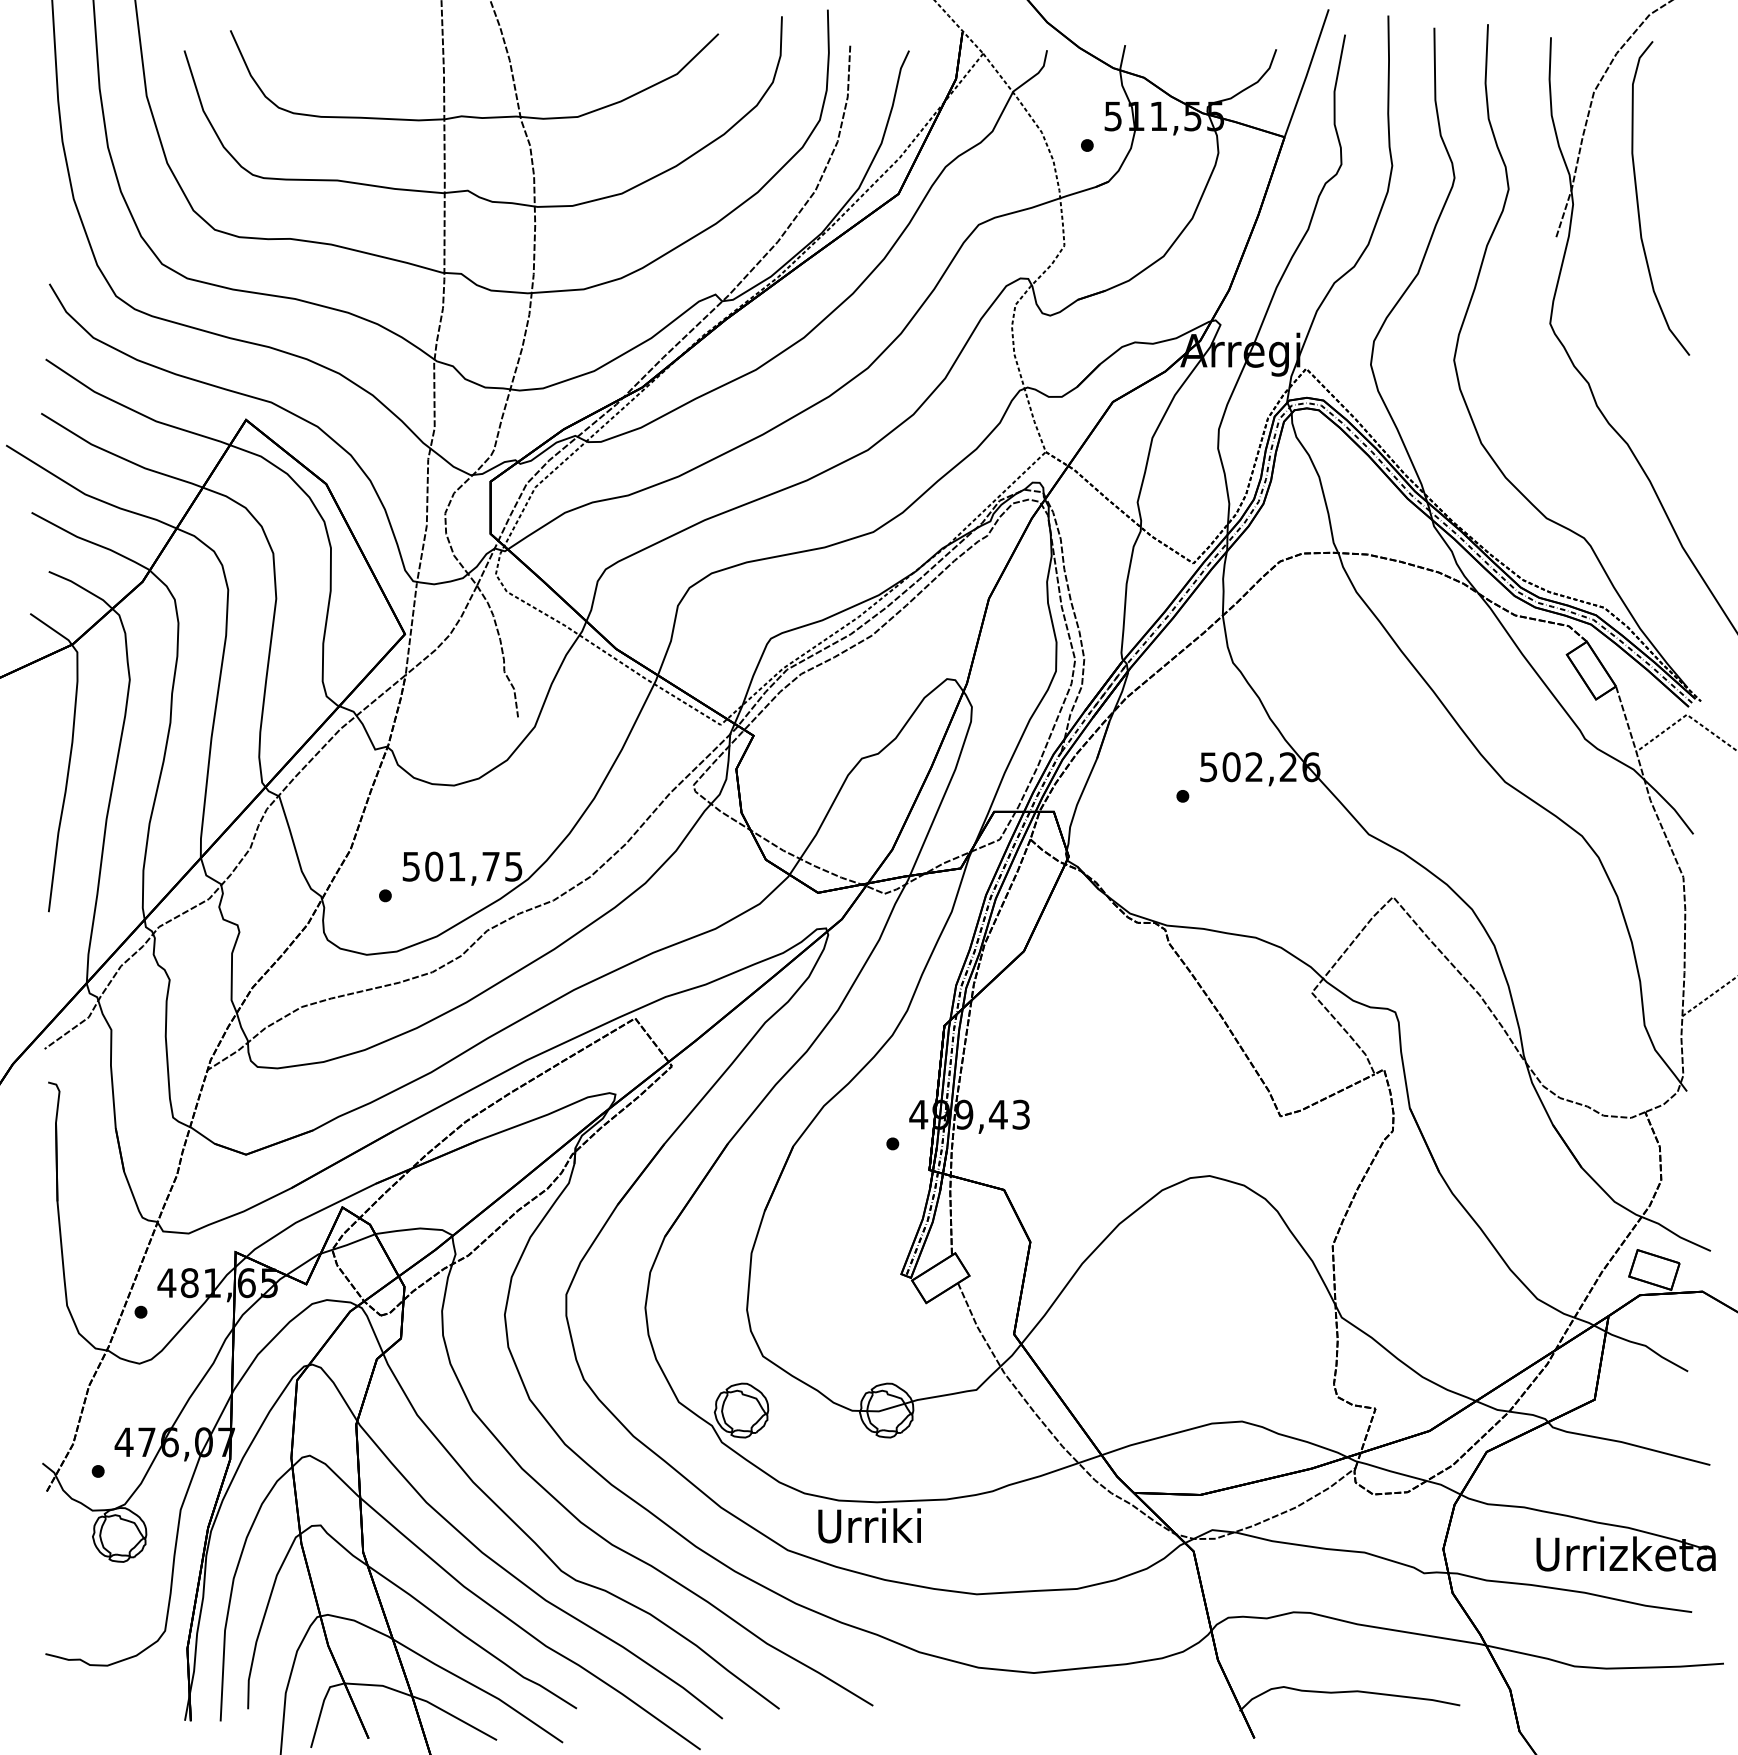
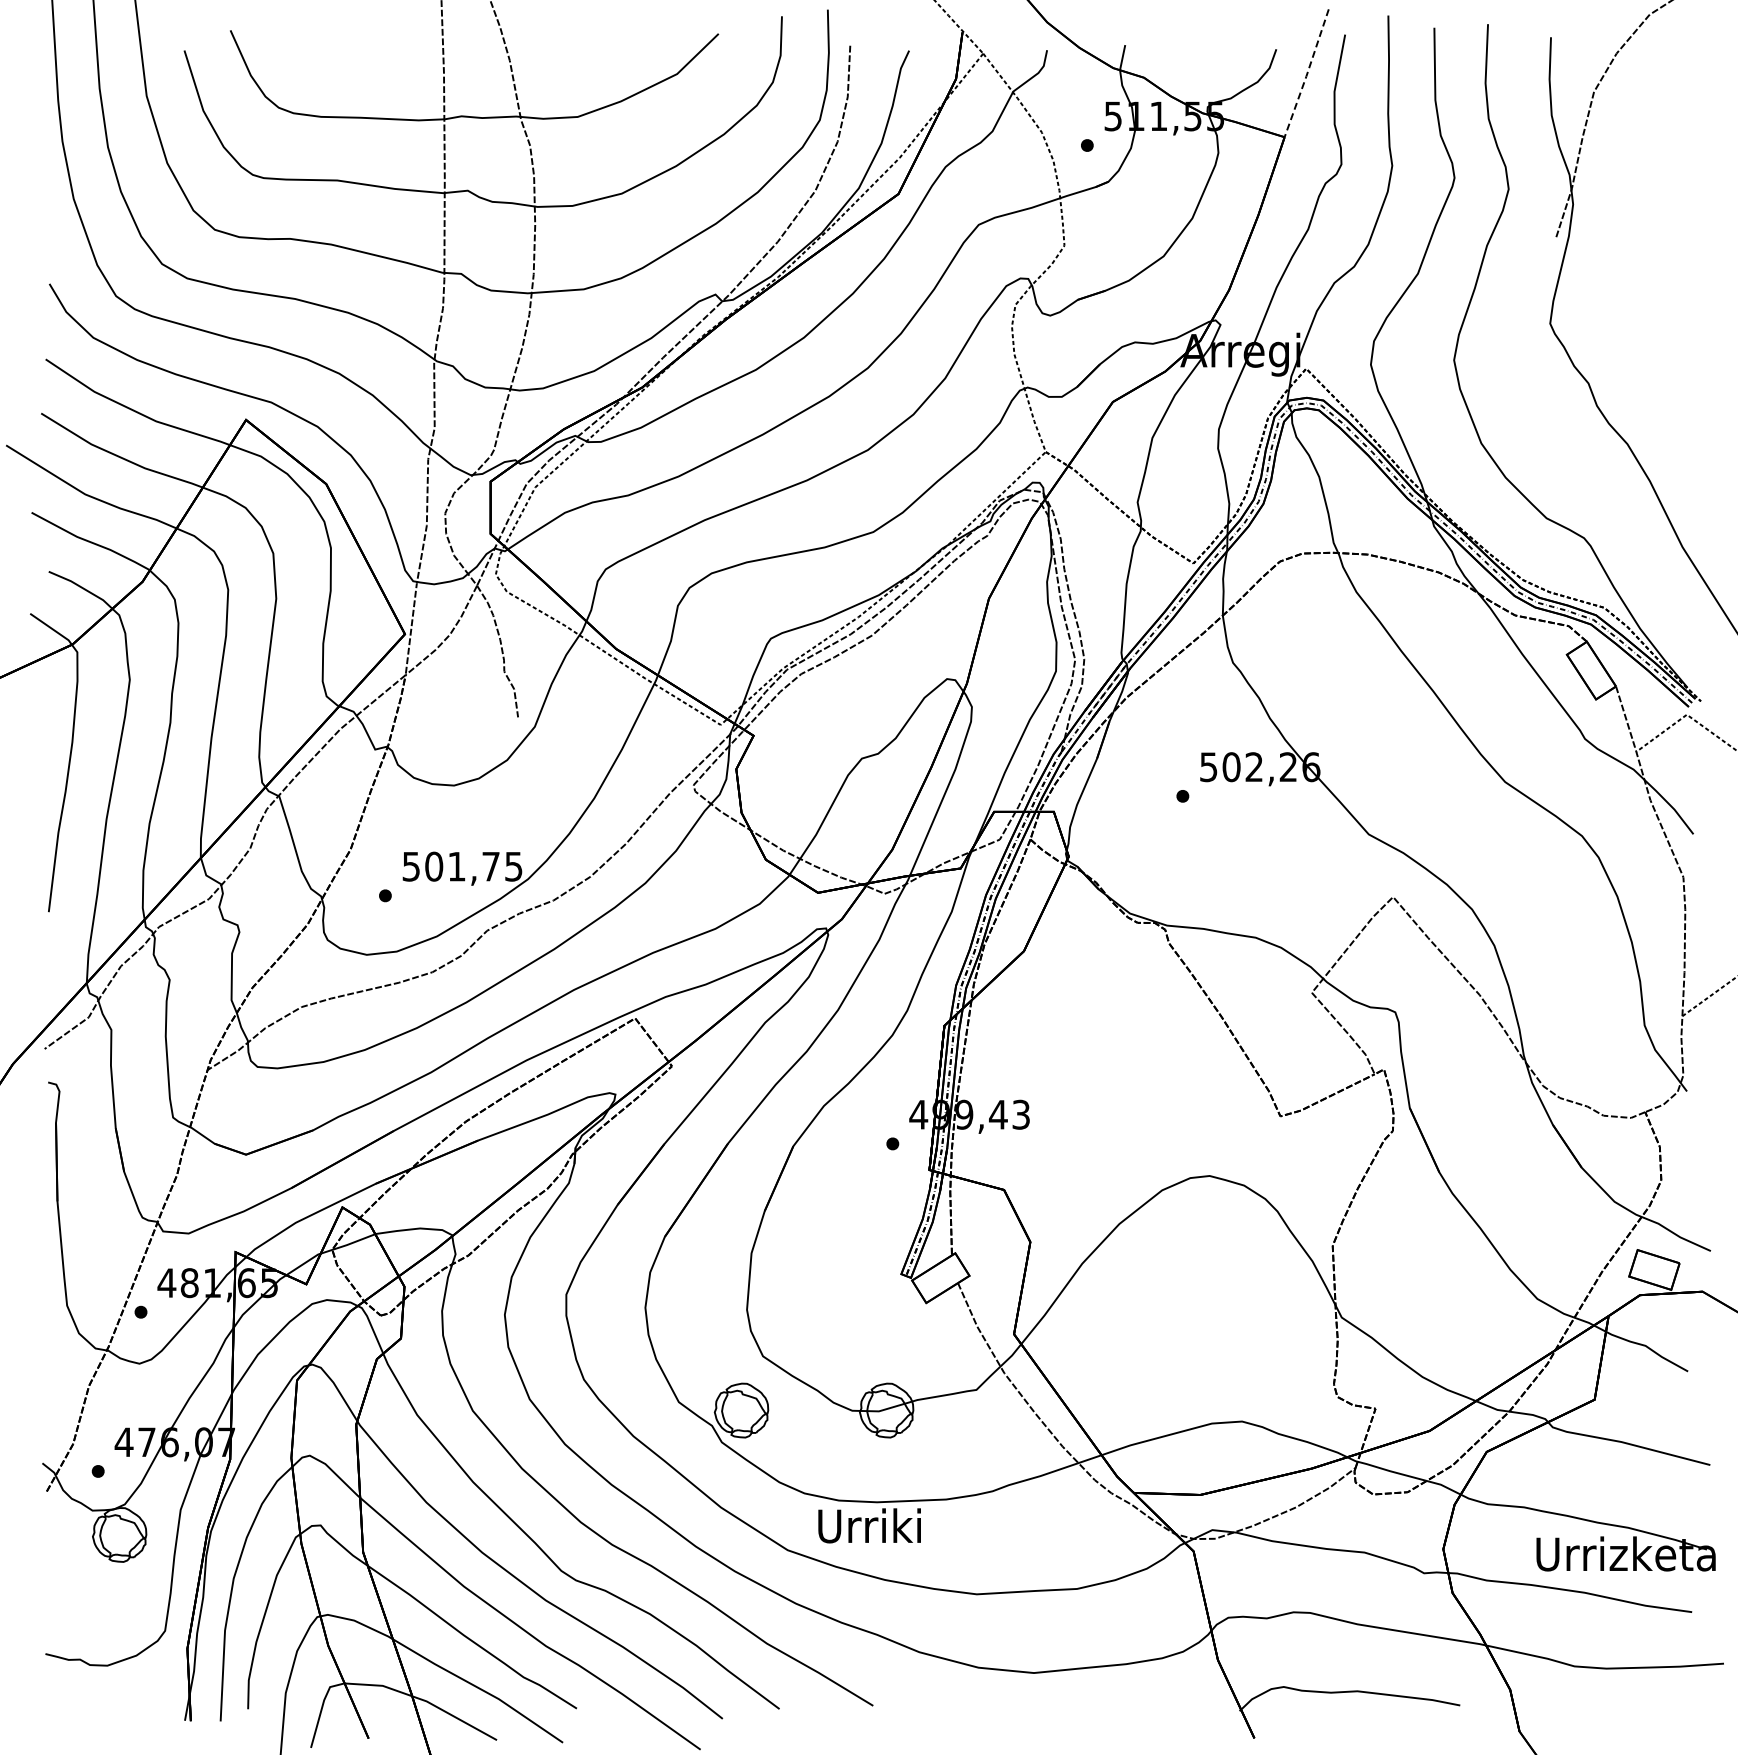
line at (1307, 74): solid -> dashed
curve at (1638, 199): present -> none
